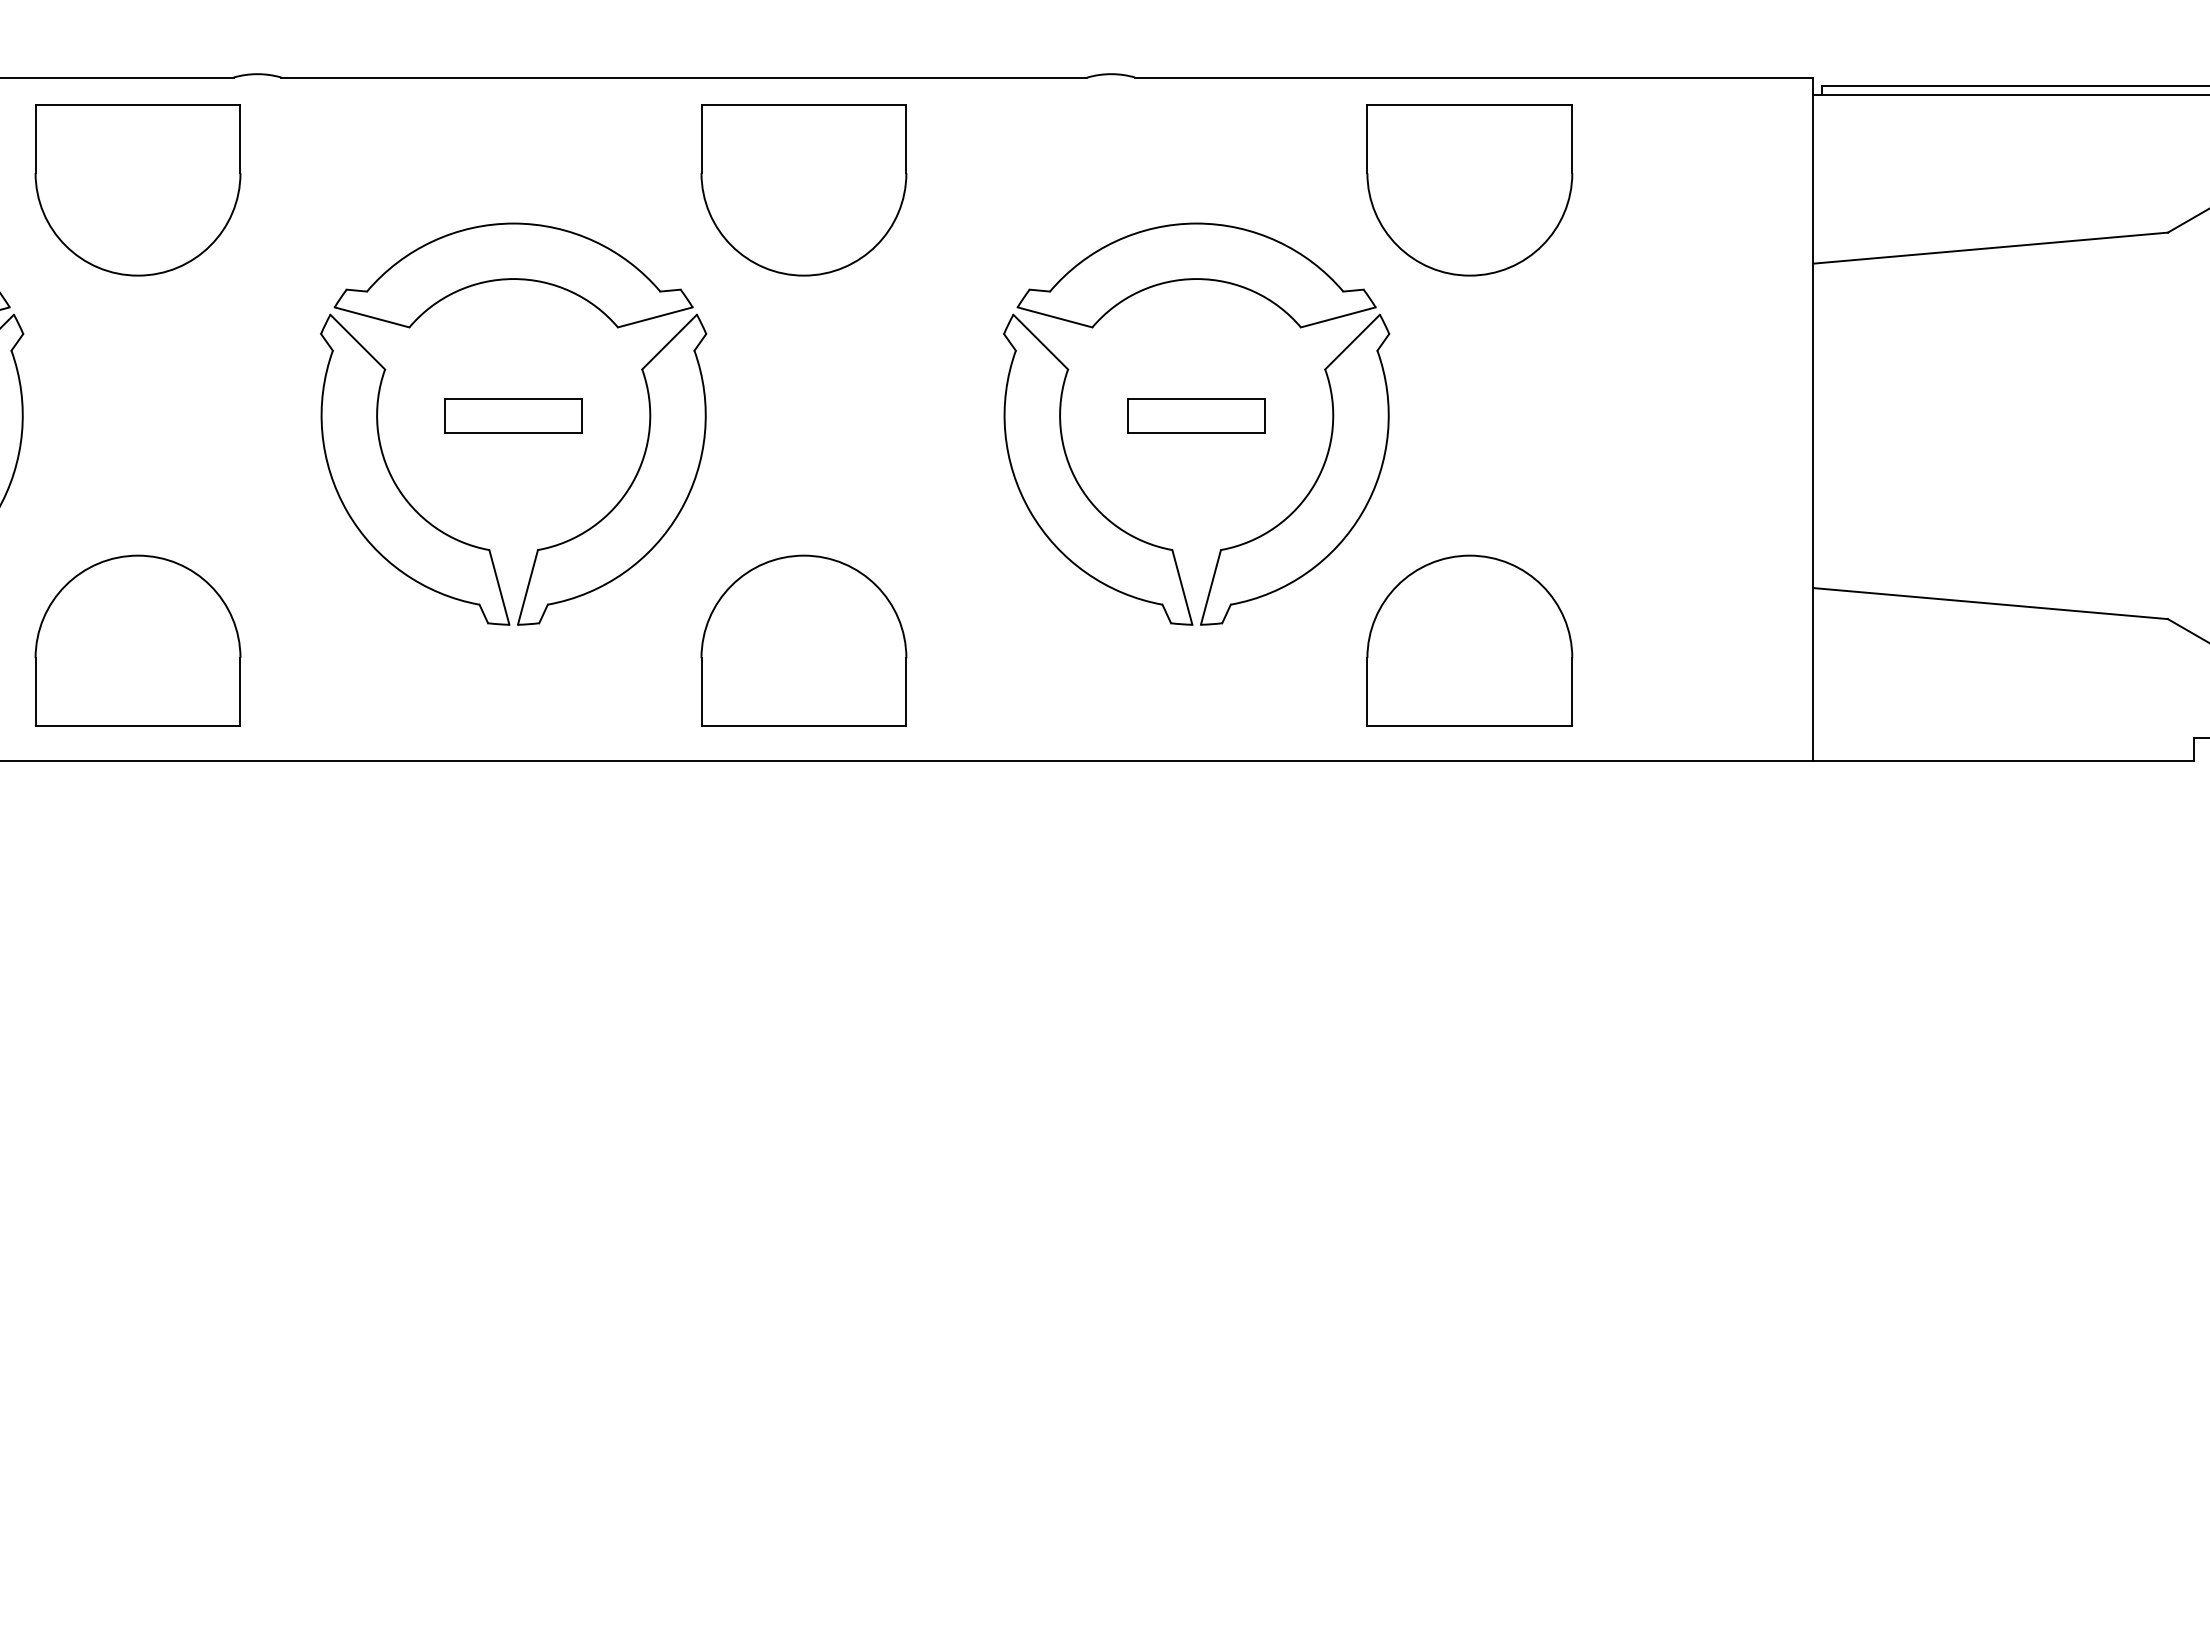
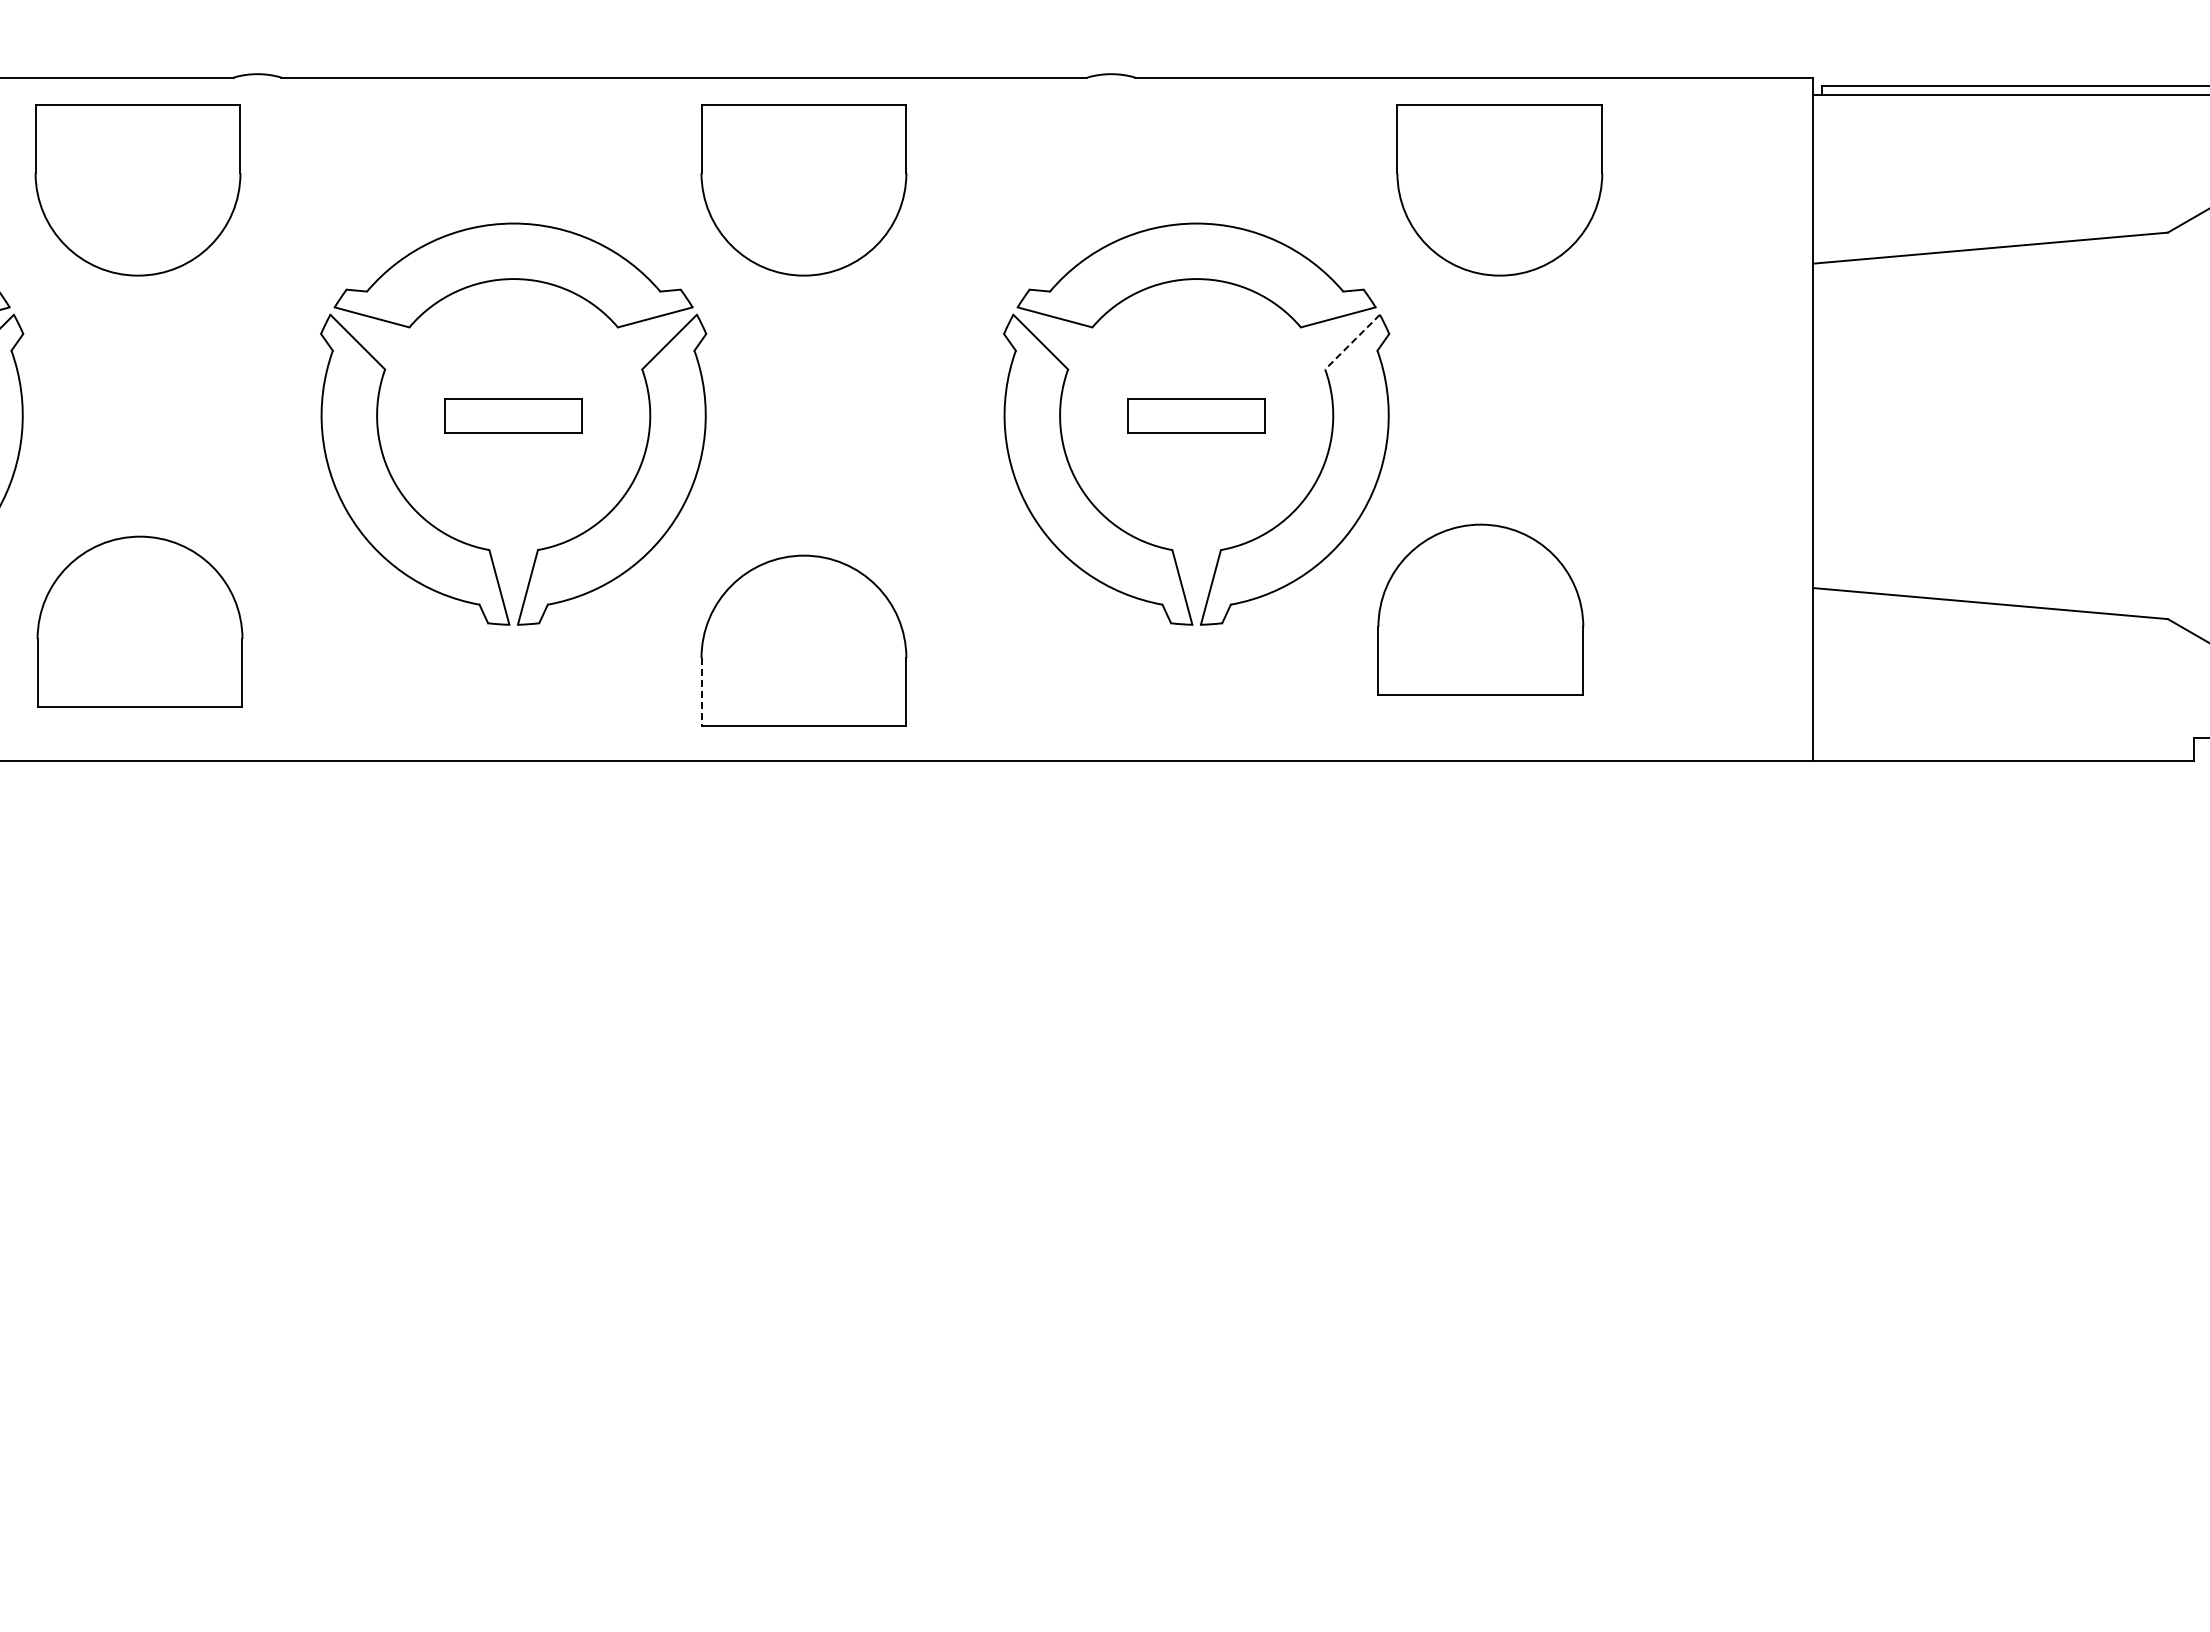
part at (1469, 190) position: (1469, 190) -> (1499, 190)
line at (1352, 342): solid -> dashed
part at (137, 640) position: (137, 640) -> (139, 621)
part at (1469, 640) position: (1469, 640) -> (1480, 609)
line at (701, 692): solid -> dashed
